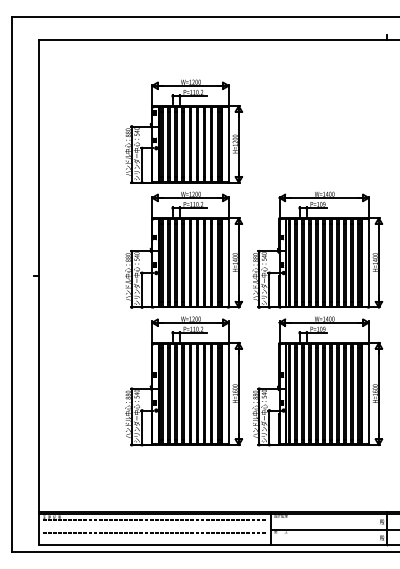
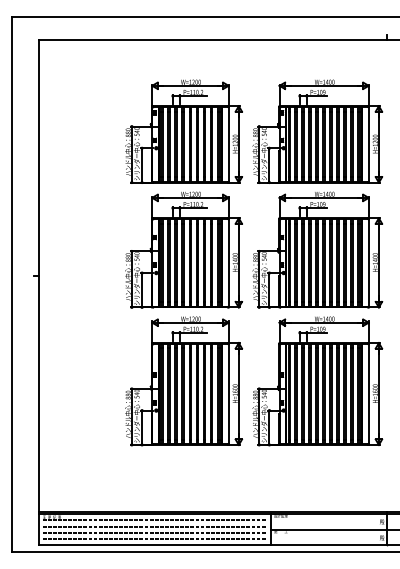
part at (317, 131): none -> present
line at (154, 526): none -> present
line at (154, 539): none -> present
